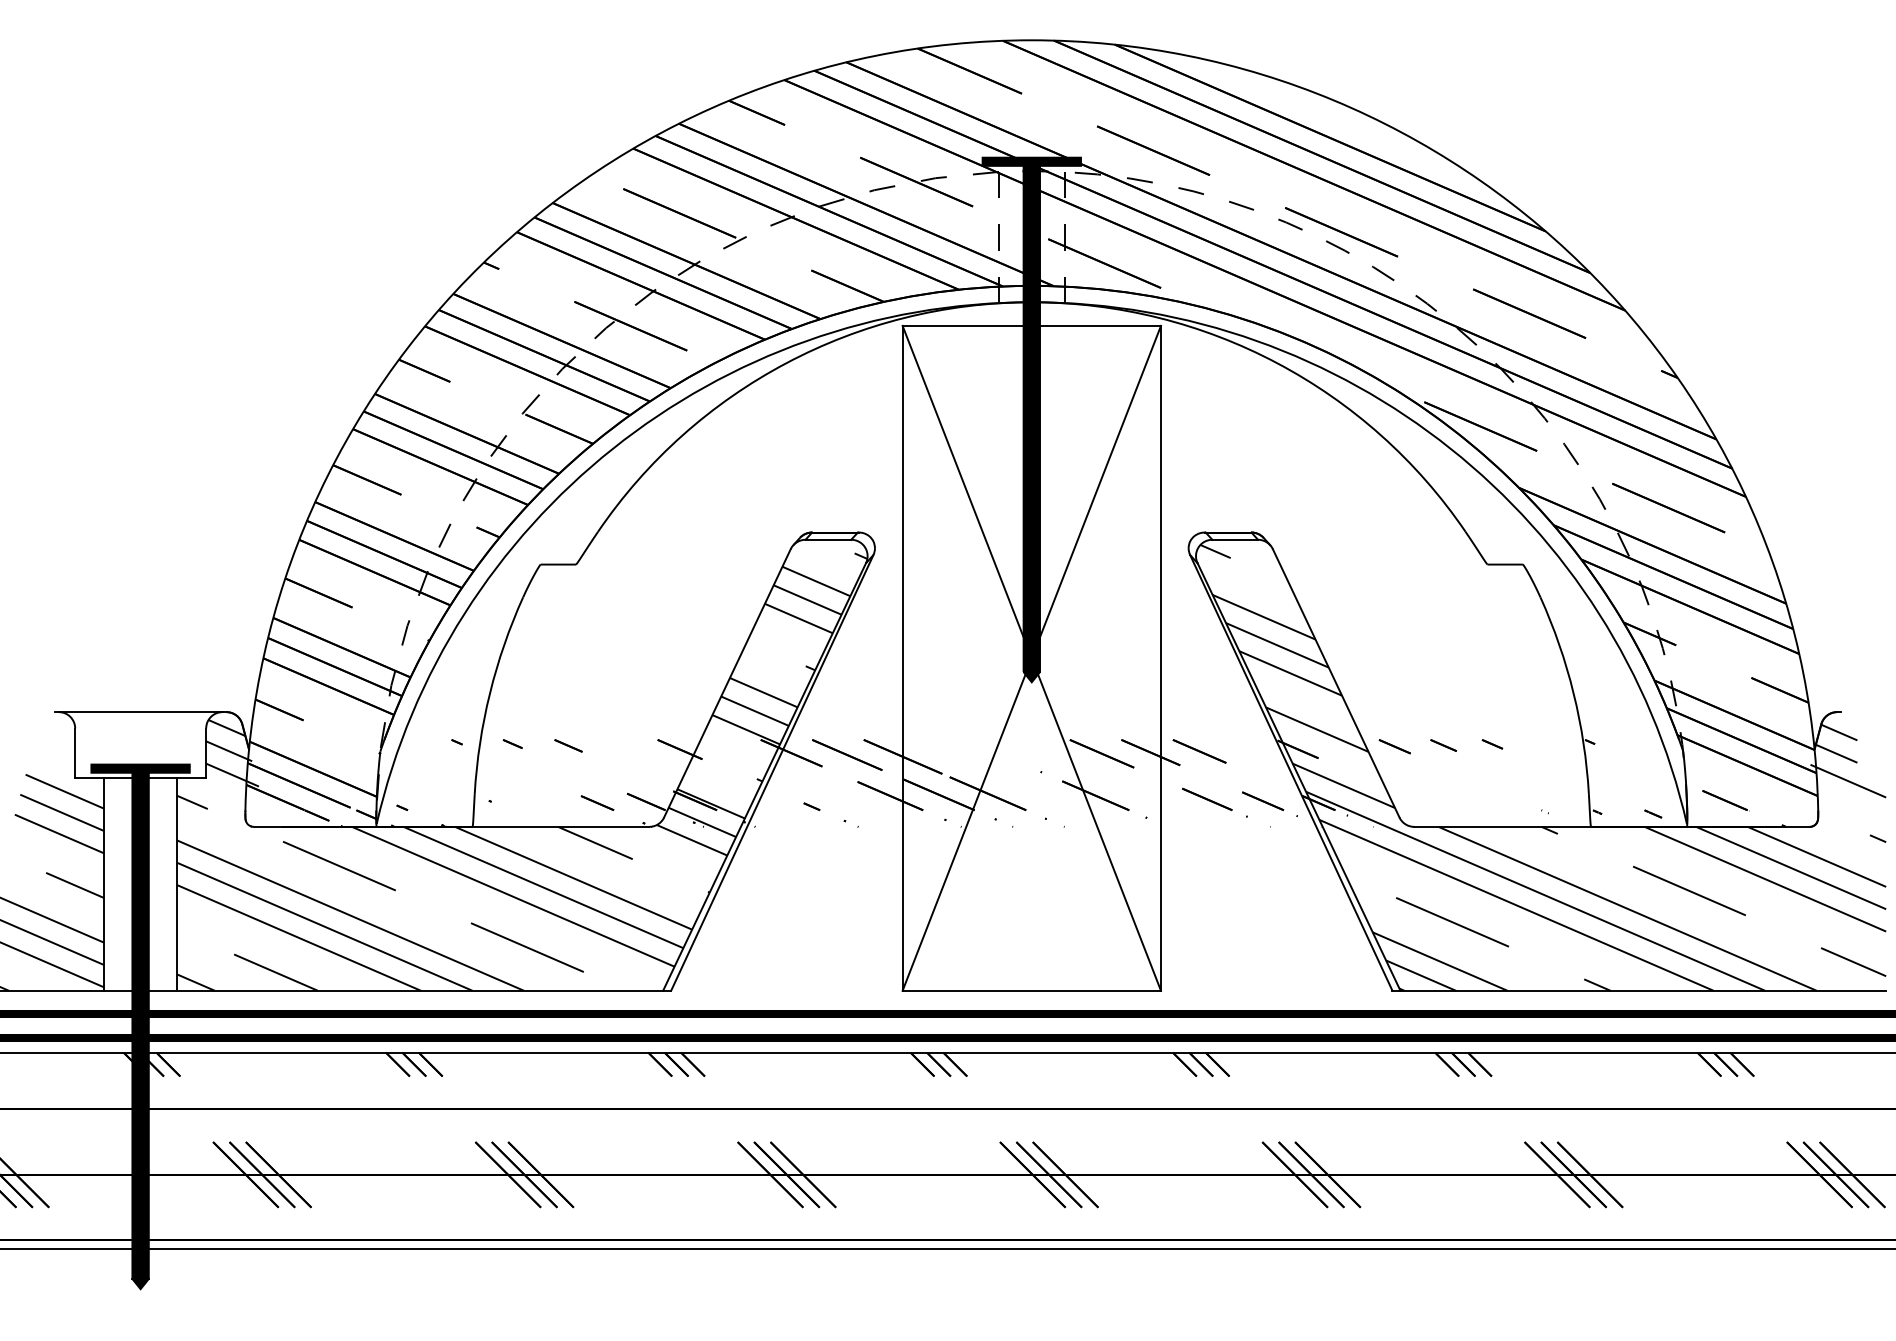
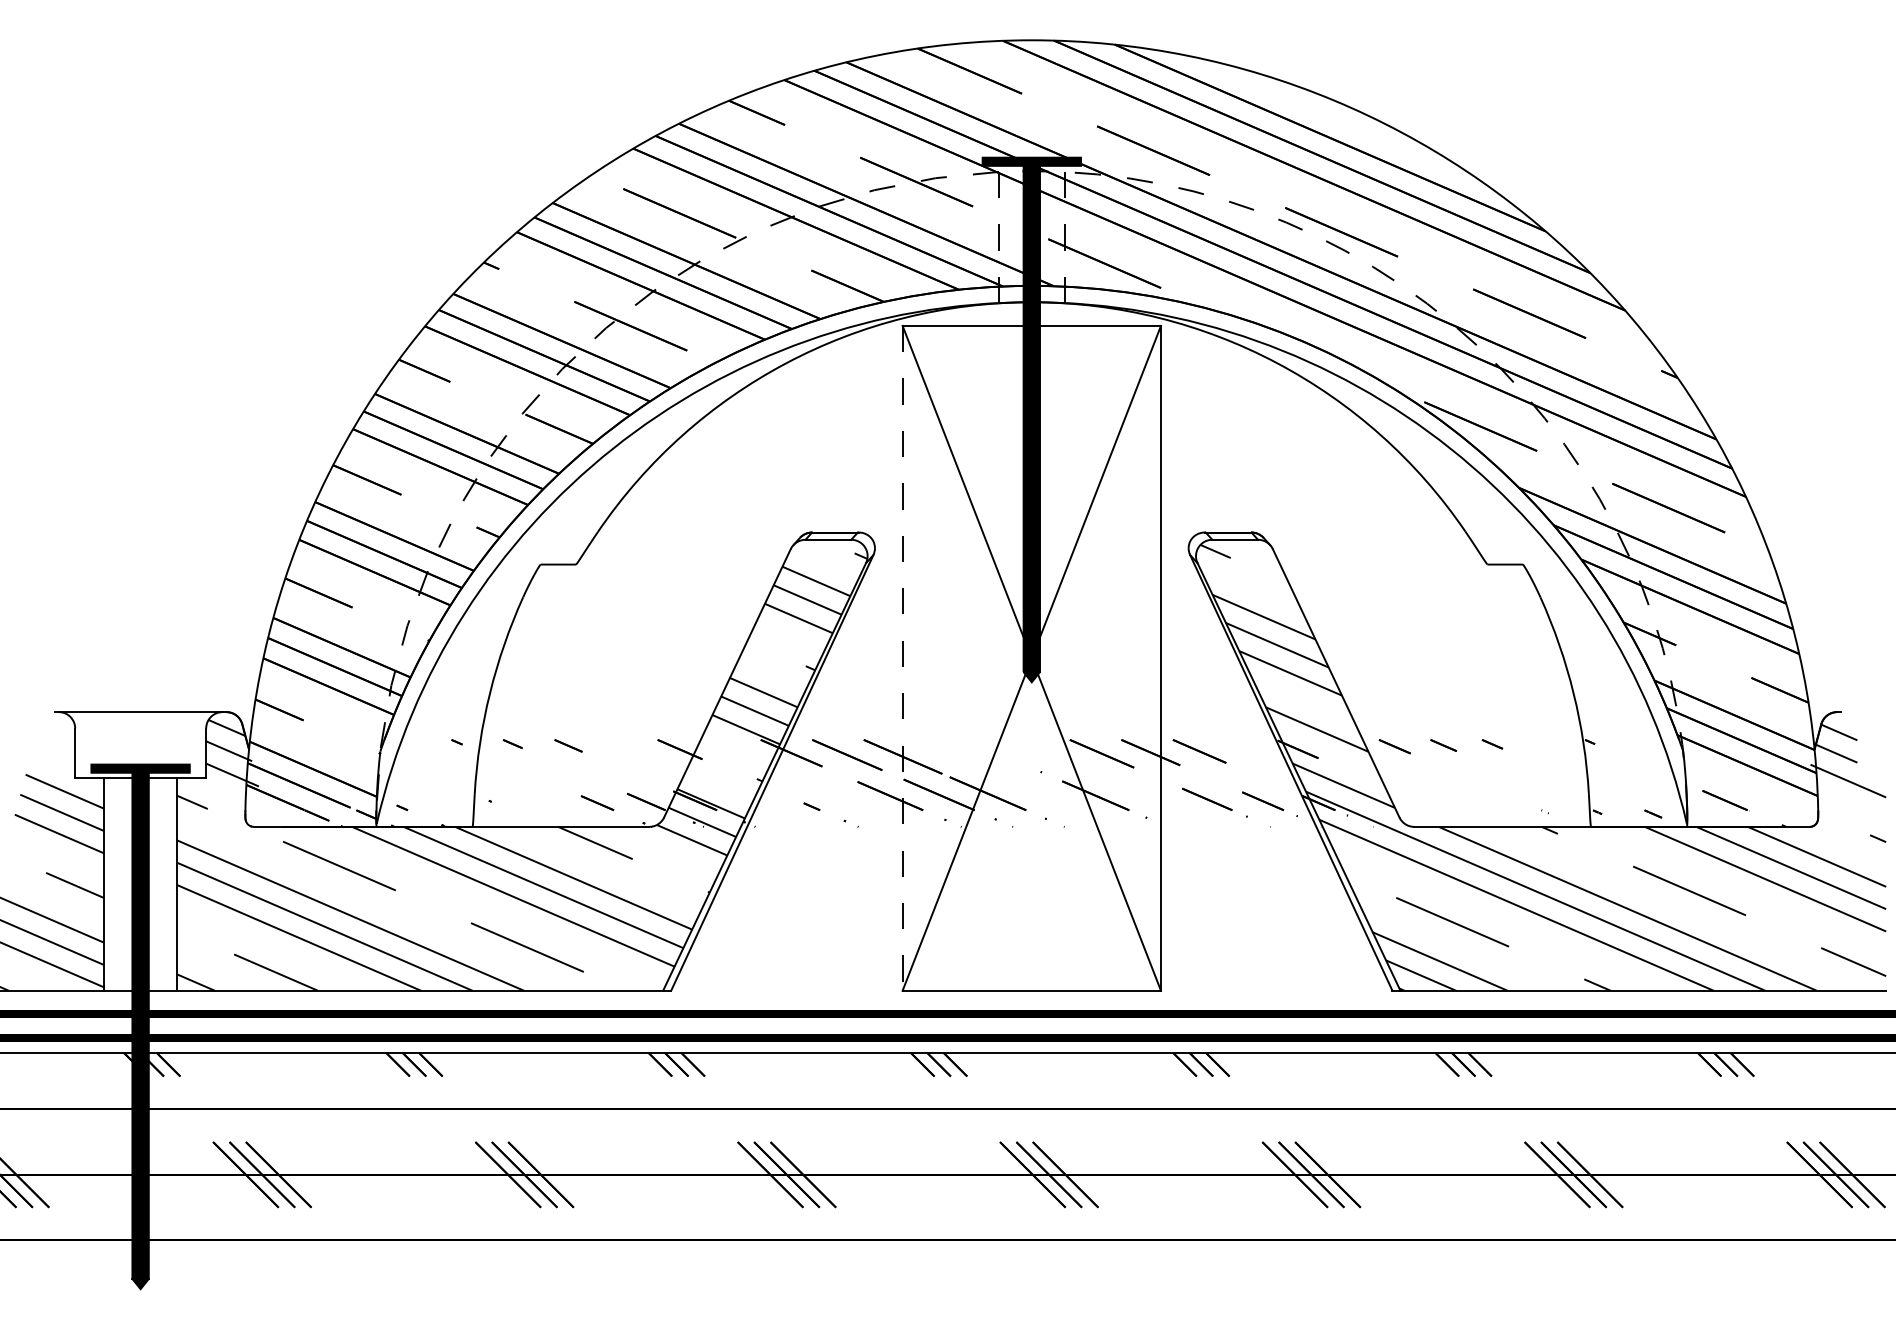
line at (902, 658): solid -> dashed
line at (947, 1249): present -> none
